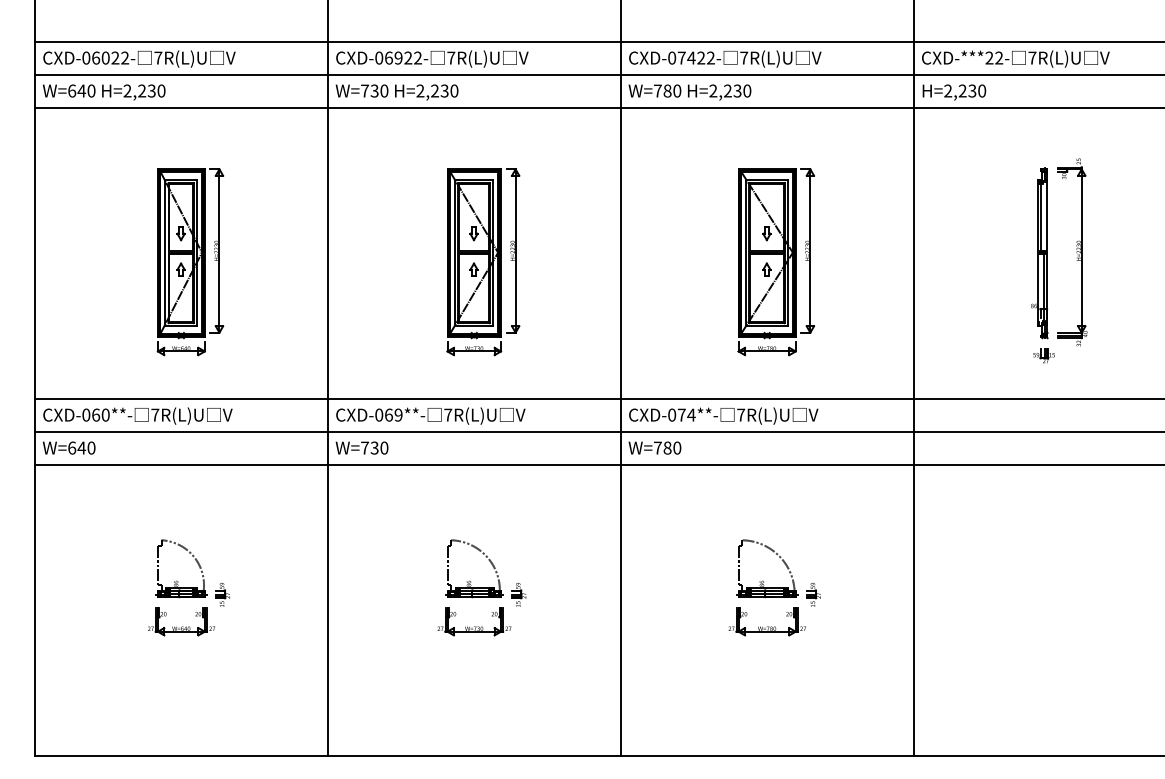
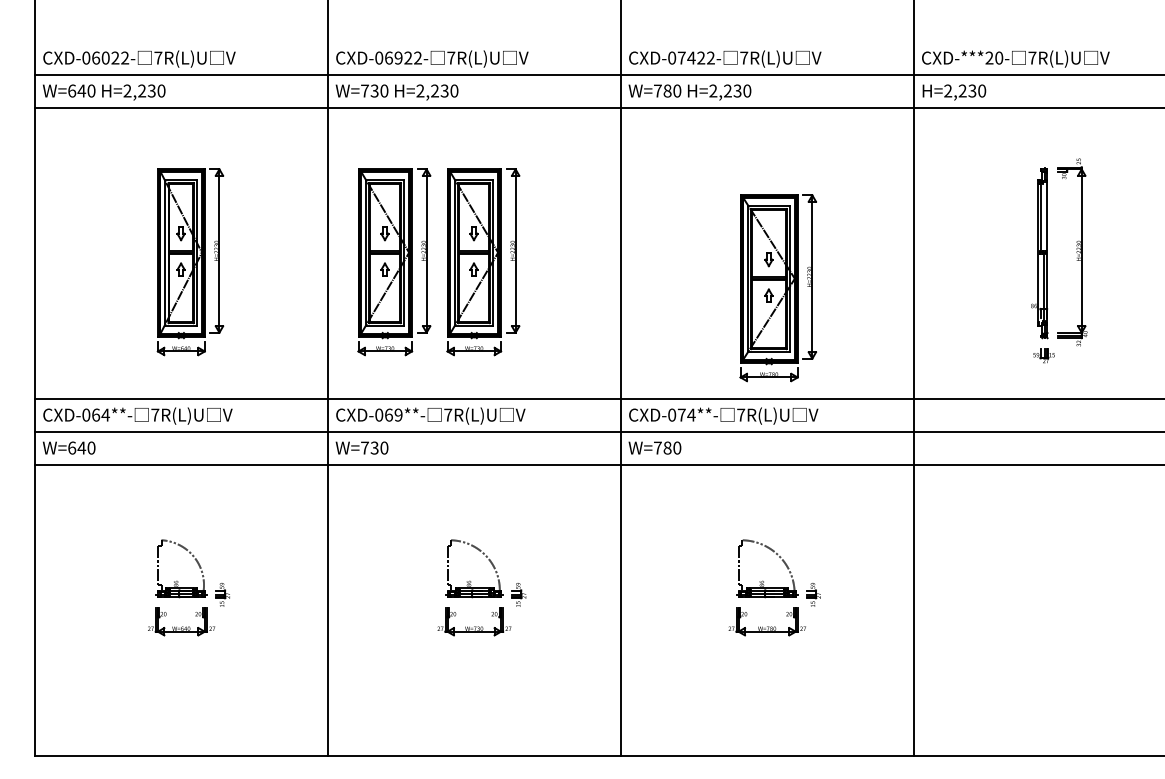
line at (597, 41): present -> none
text at (999, 57): CXD-***22- -> CXD-***20-
part at (394, 262): none -> present
part at (775, 262) position: (775, 262) -> (777, 288)
text at (105, 414): CXD-060**- -> CXD-064**-
